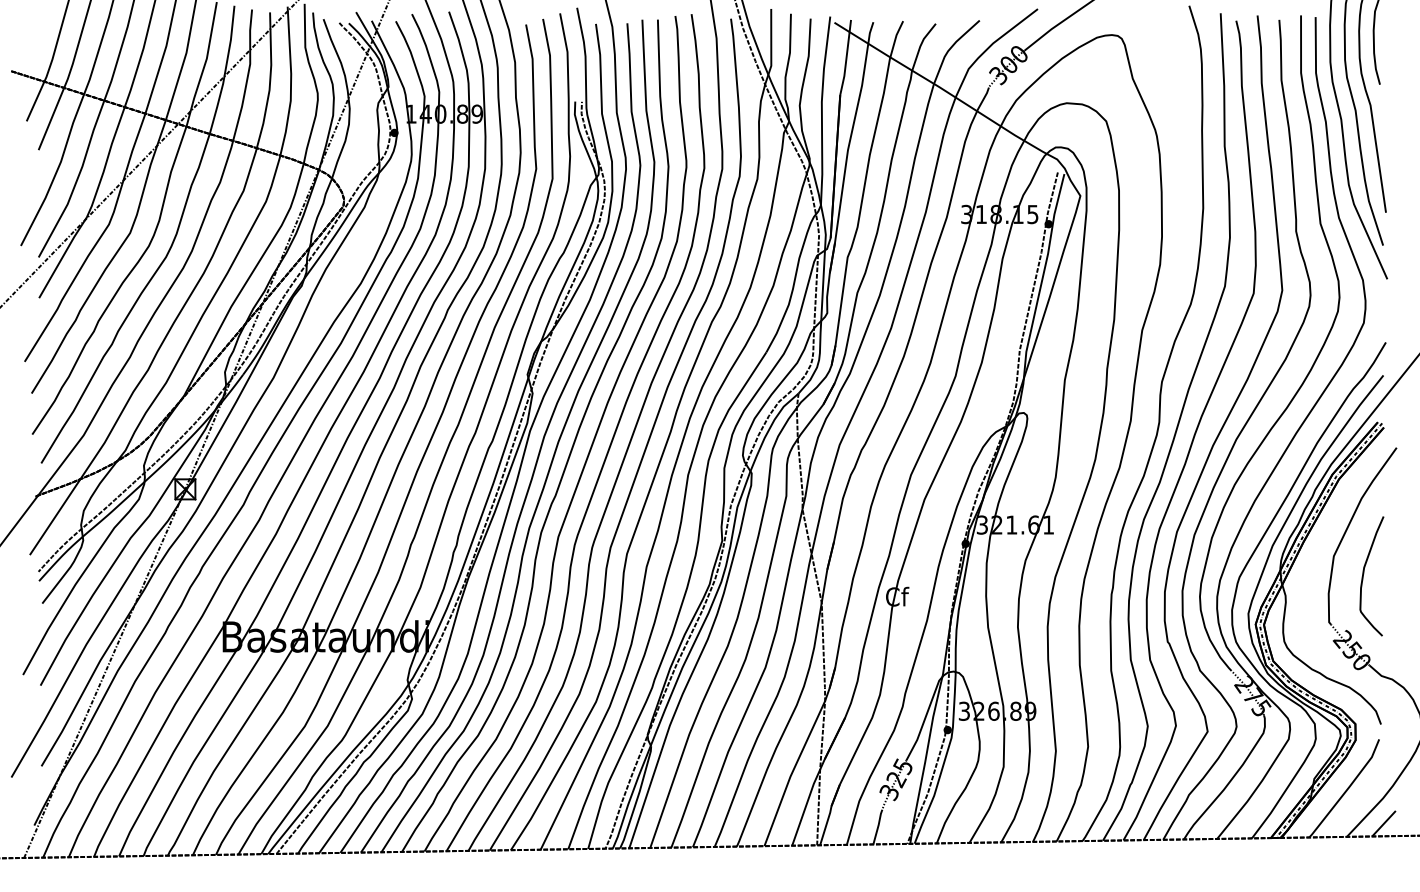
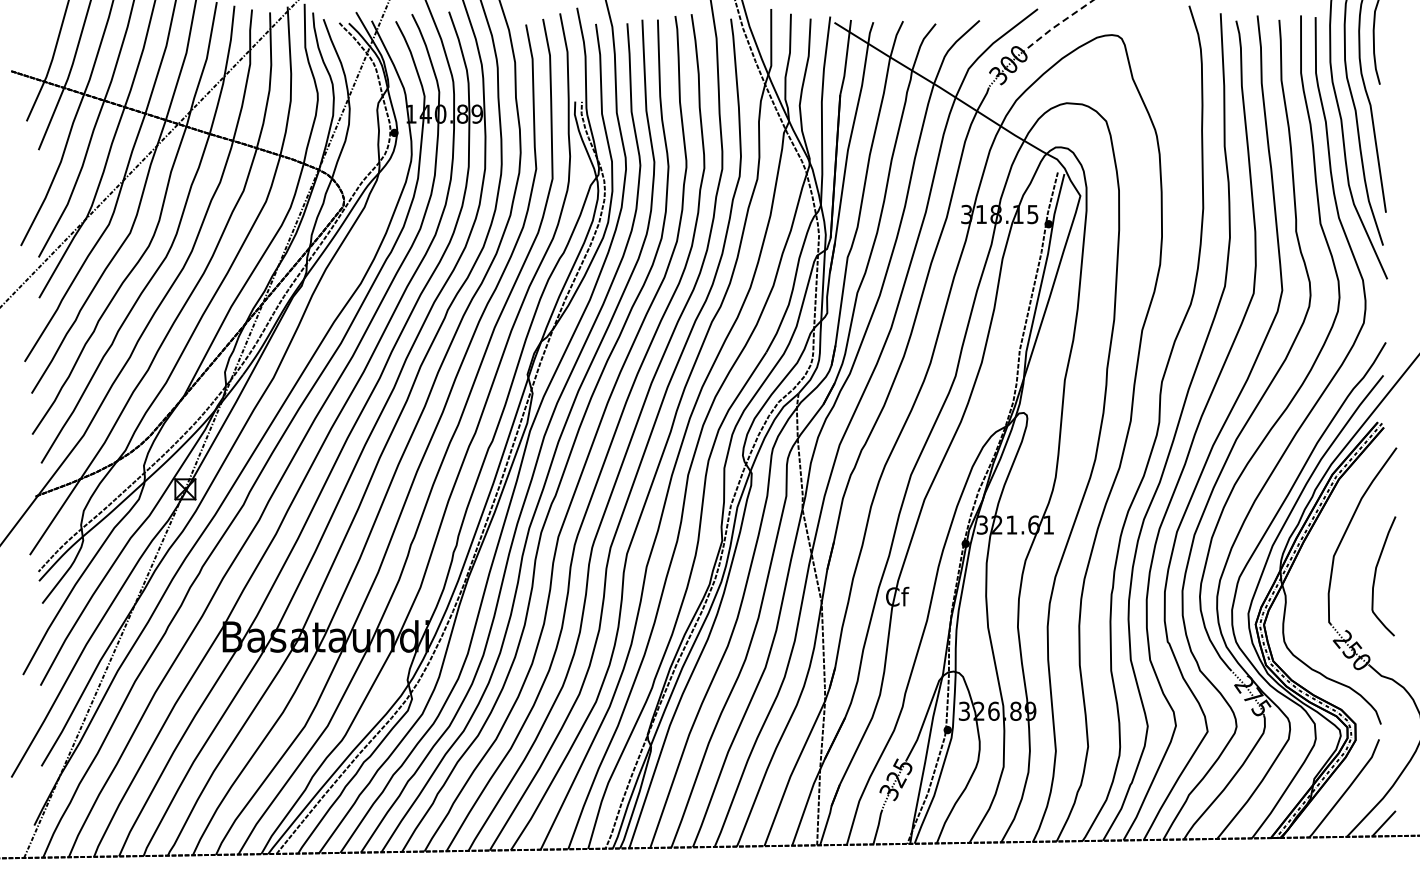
line at (1057, 25): solid -> dashed
curve at (1364, 573) position: (1364, 573) -> (1376, 573)
